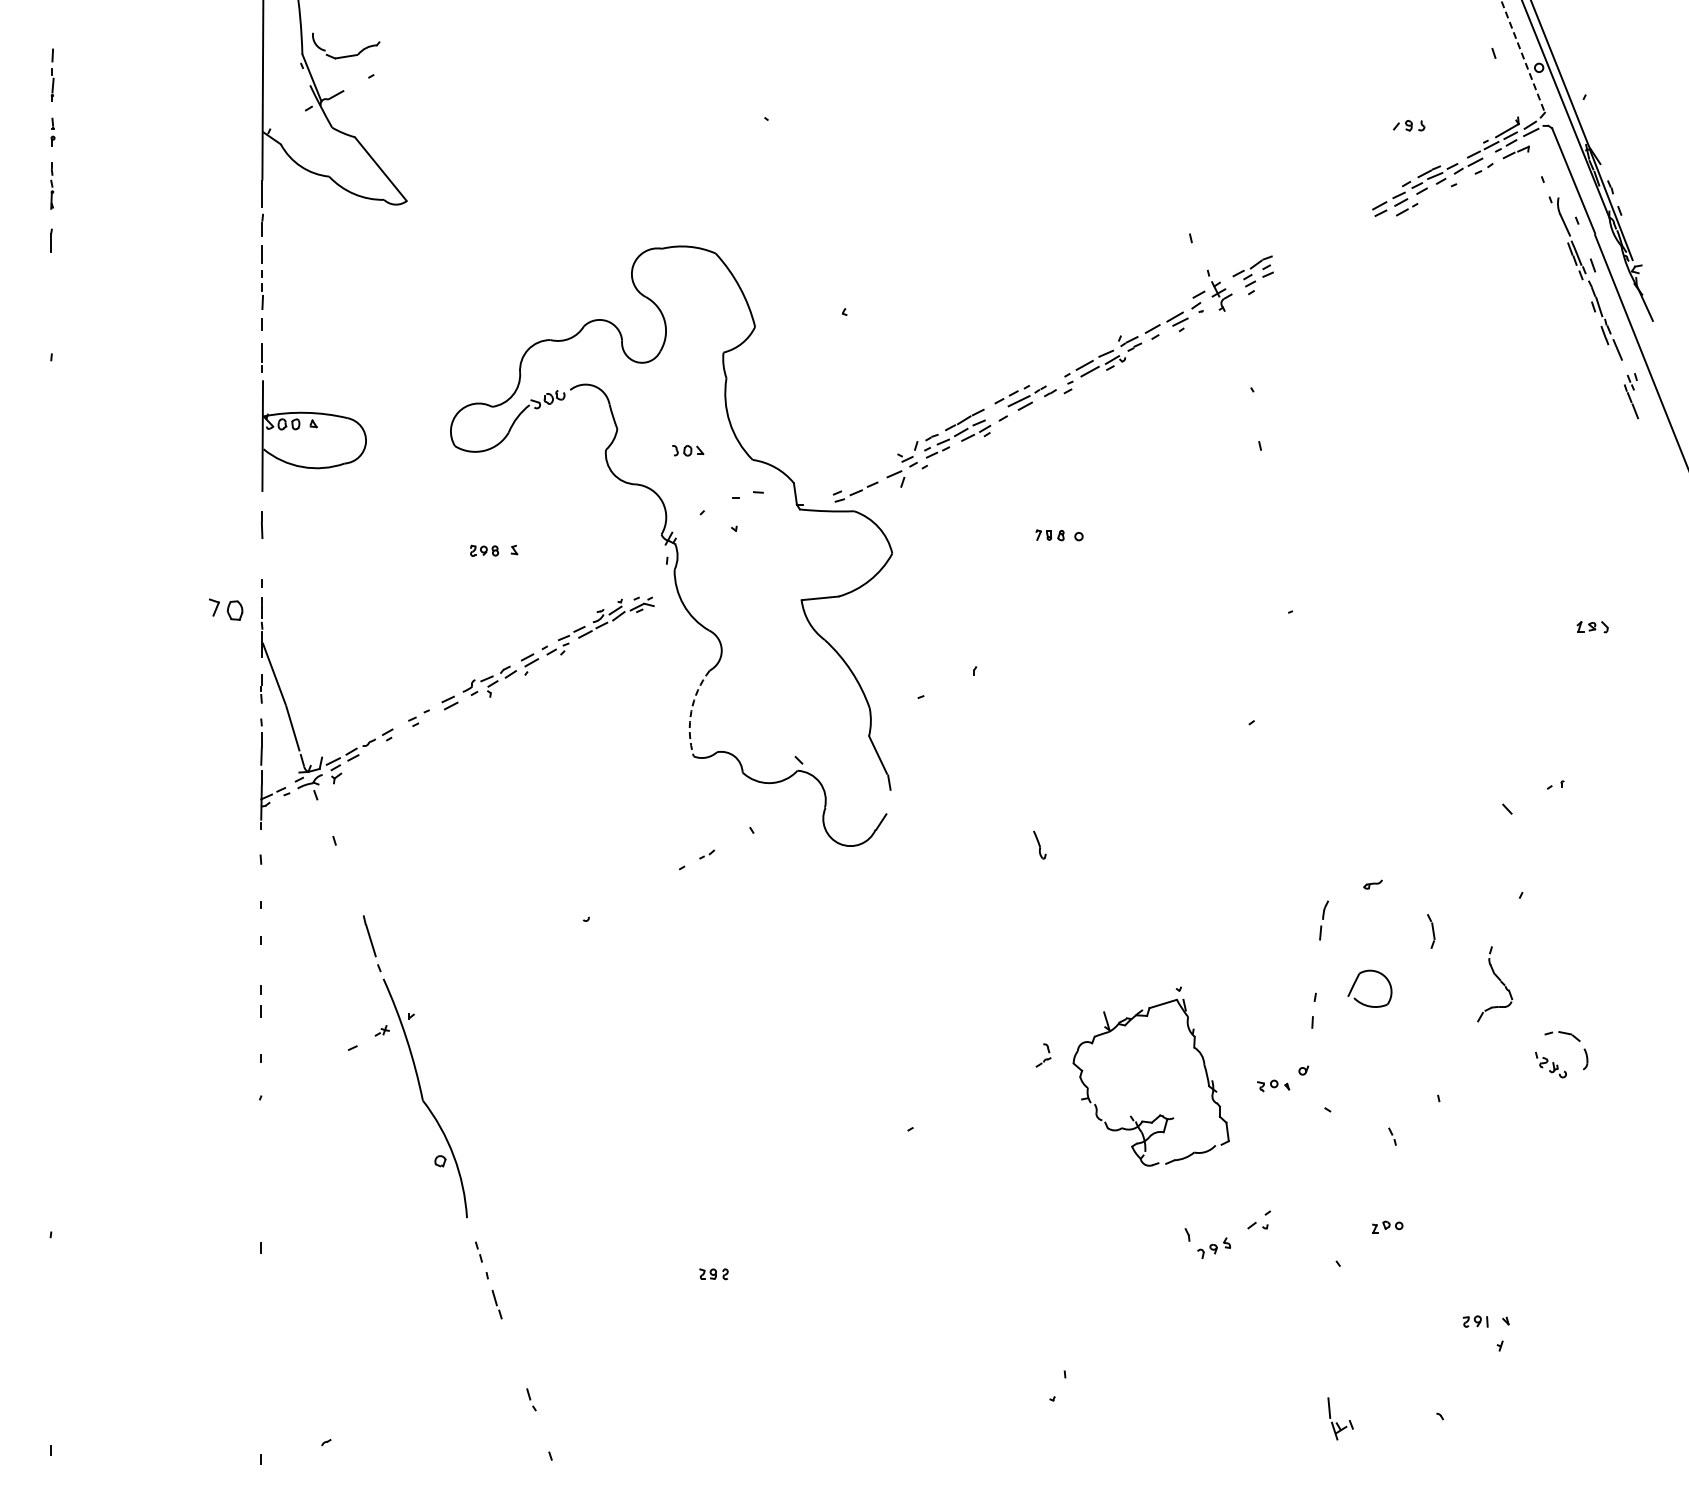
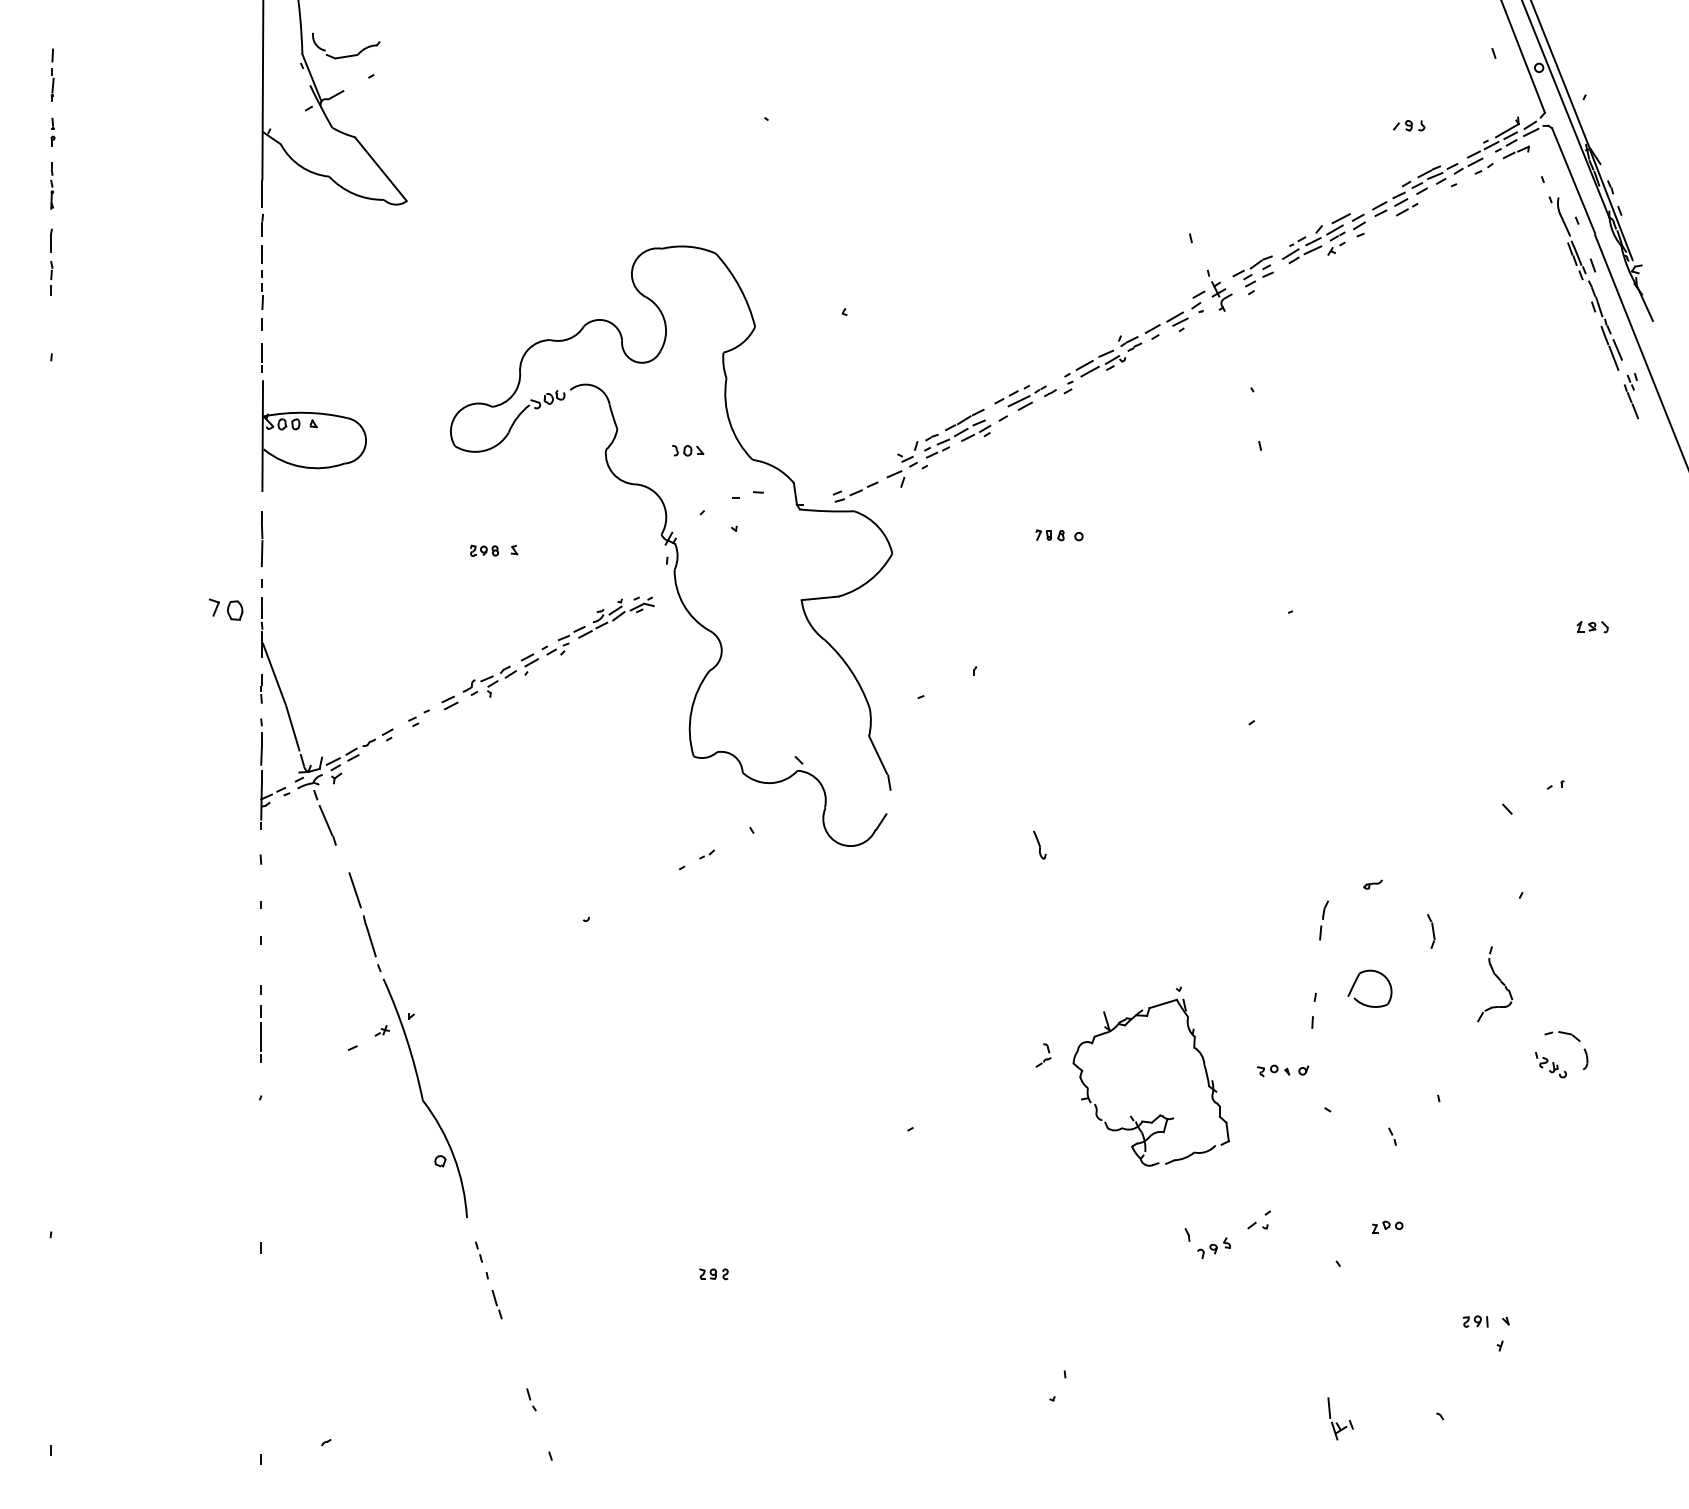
line at (1523, 57): dashed -> solid
part at (1323, 238): none -> present
part at (51, 278): none -> present
line at (1613, 357): none -> present
line at (261, 553): none -> present
arc at (691, 711): dashed -> solid
line at (325, 820): none -> present
line at (354, 890): none -> present
line at (260, 1036): none -> present
part at (1273, 1085) position: (1273, 1085) -> (1273, 1070)
